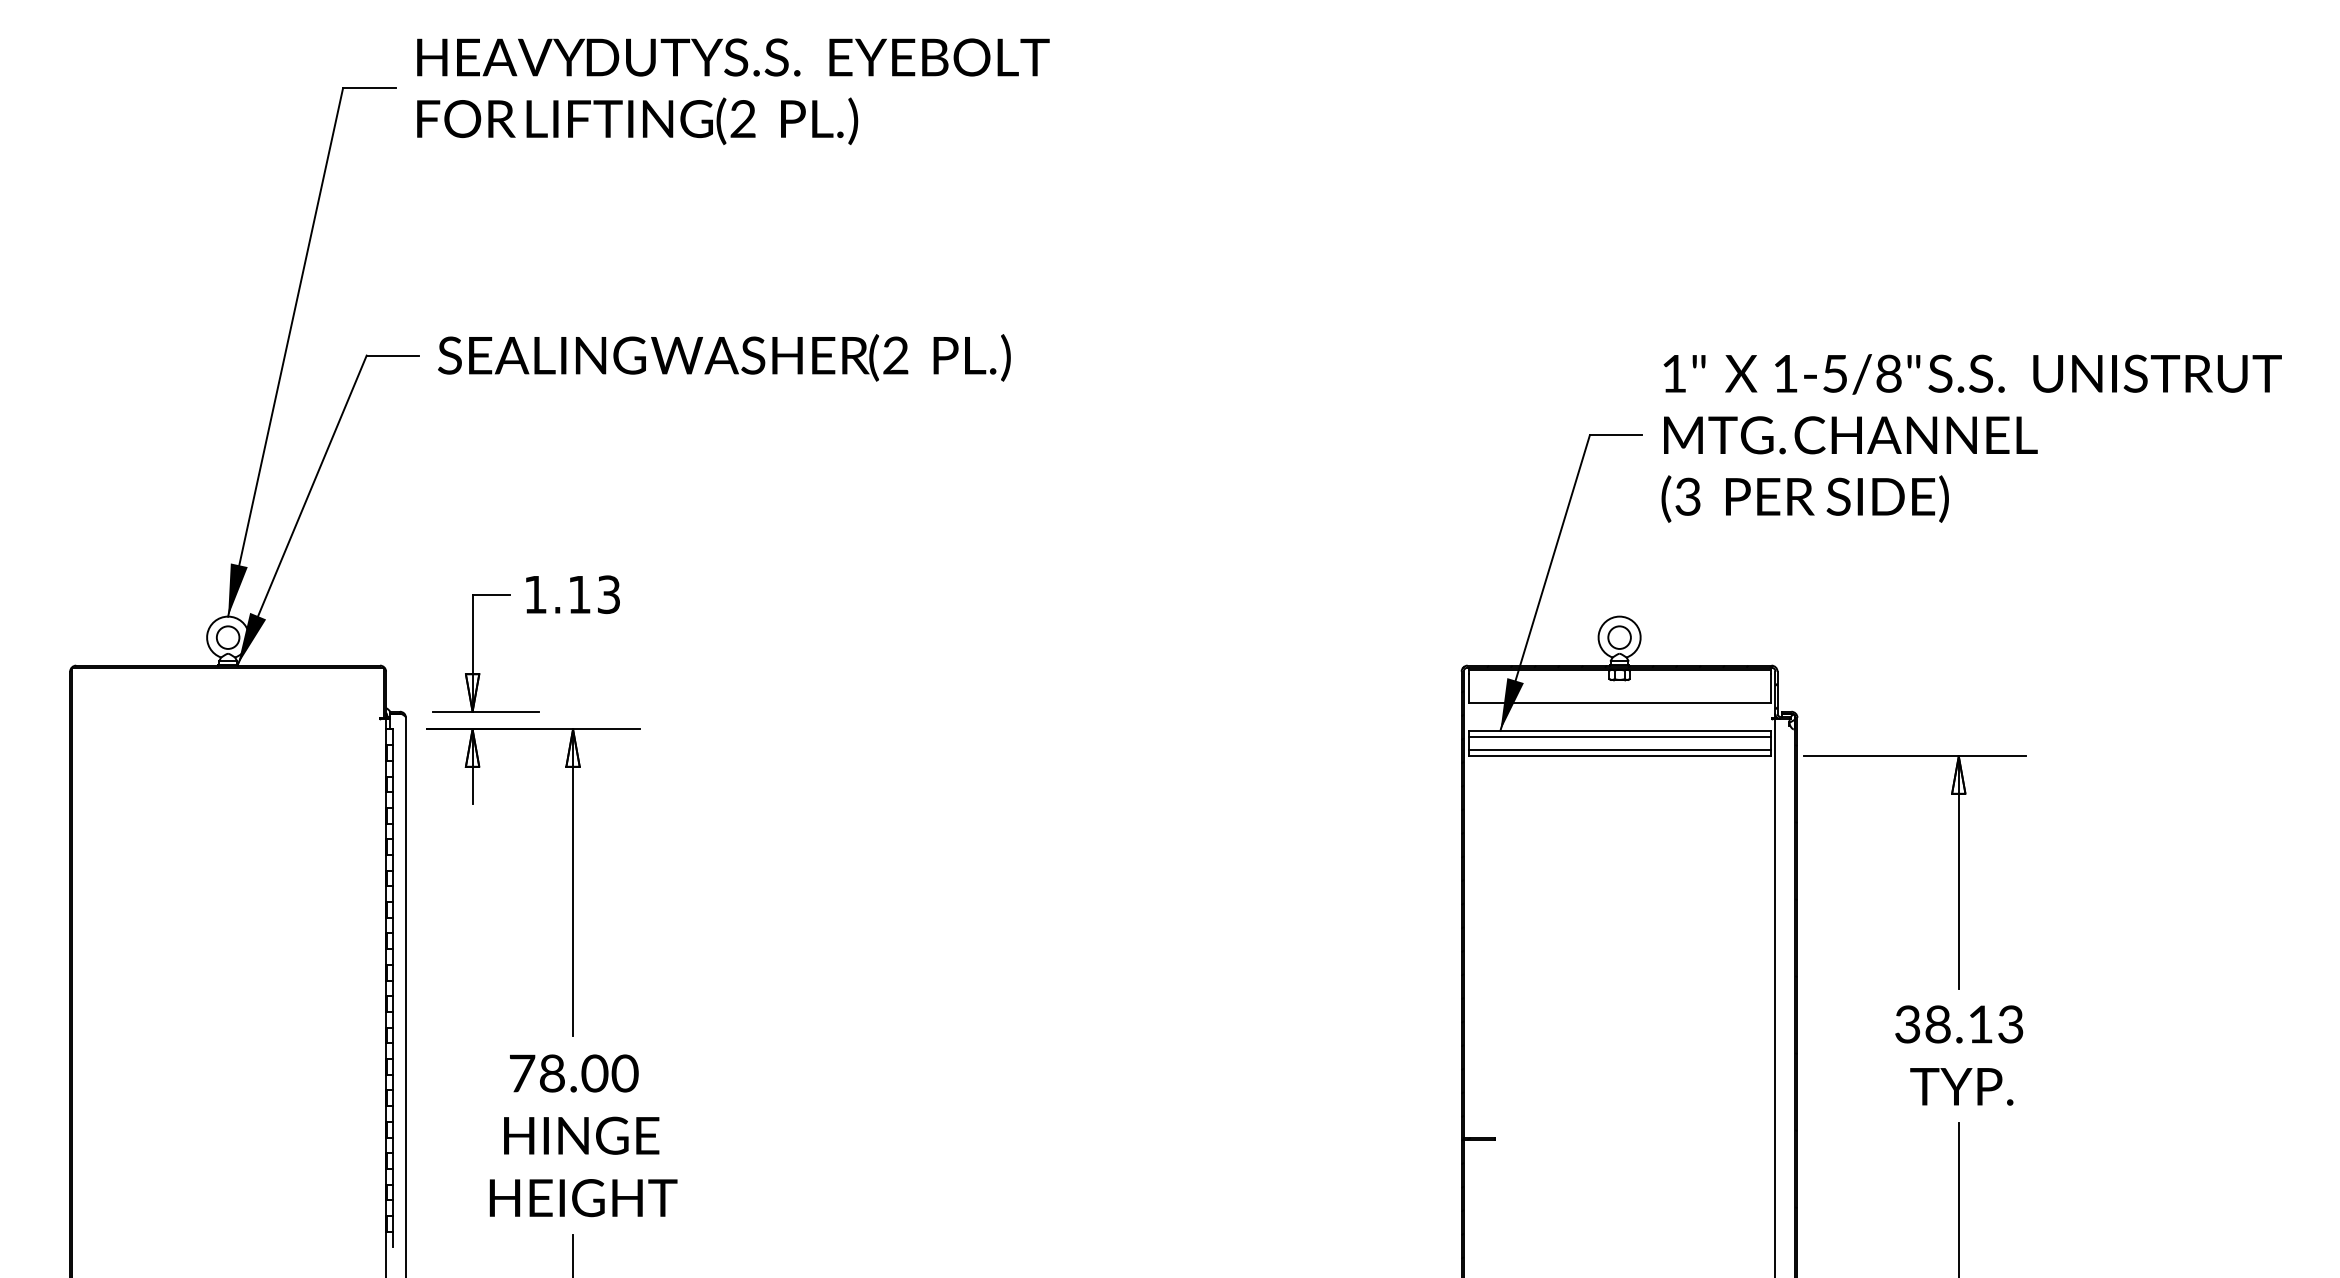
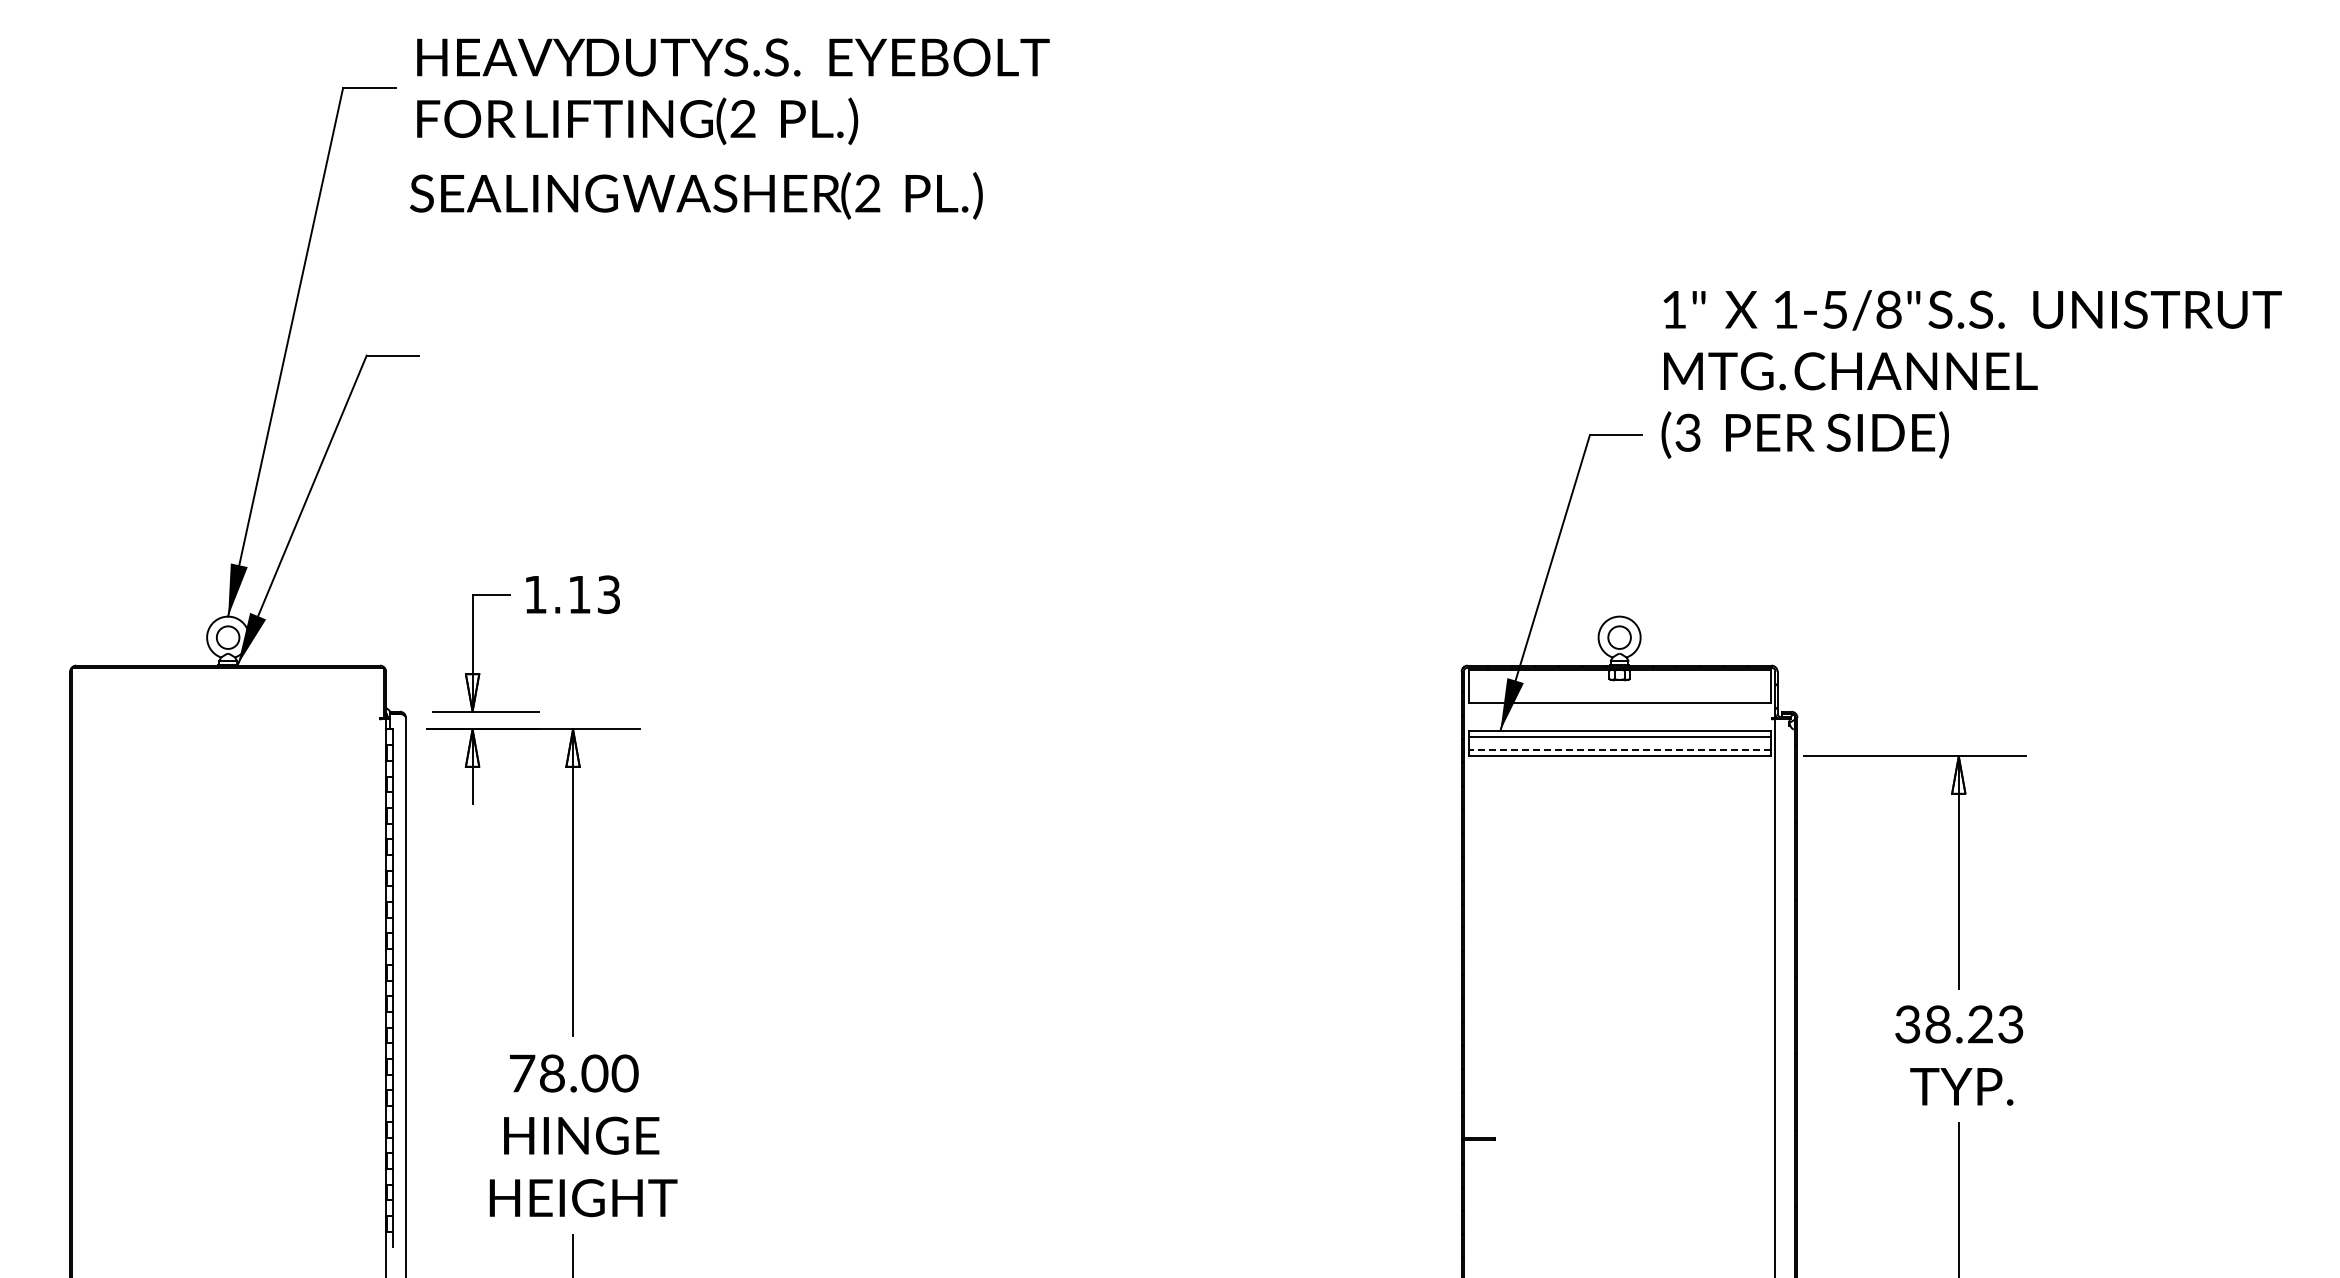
text at (724, 357) position: (724, 357) -> (696, 195)
text at (1971, 438) position: (1971, 438) -> (1971, 374)
line at (1619, 750): solid -> dashed
text at (1980, 1024): 38.13 -> 38.23
